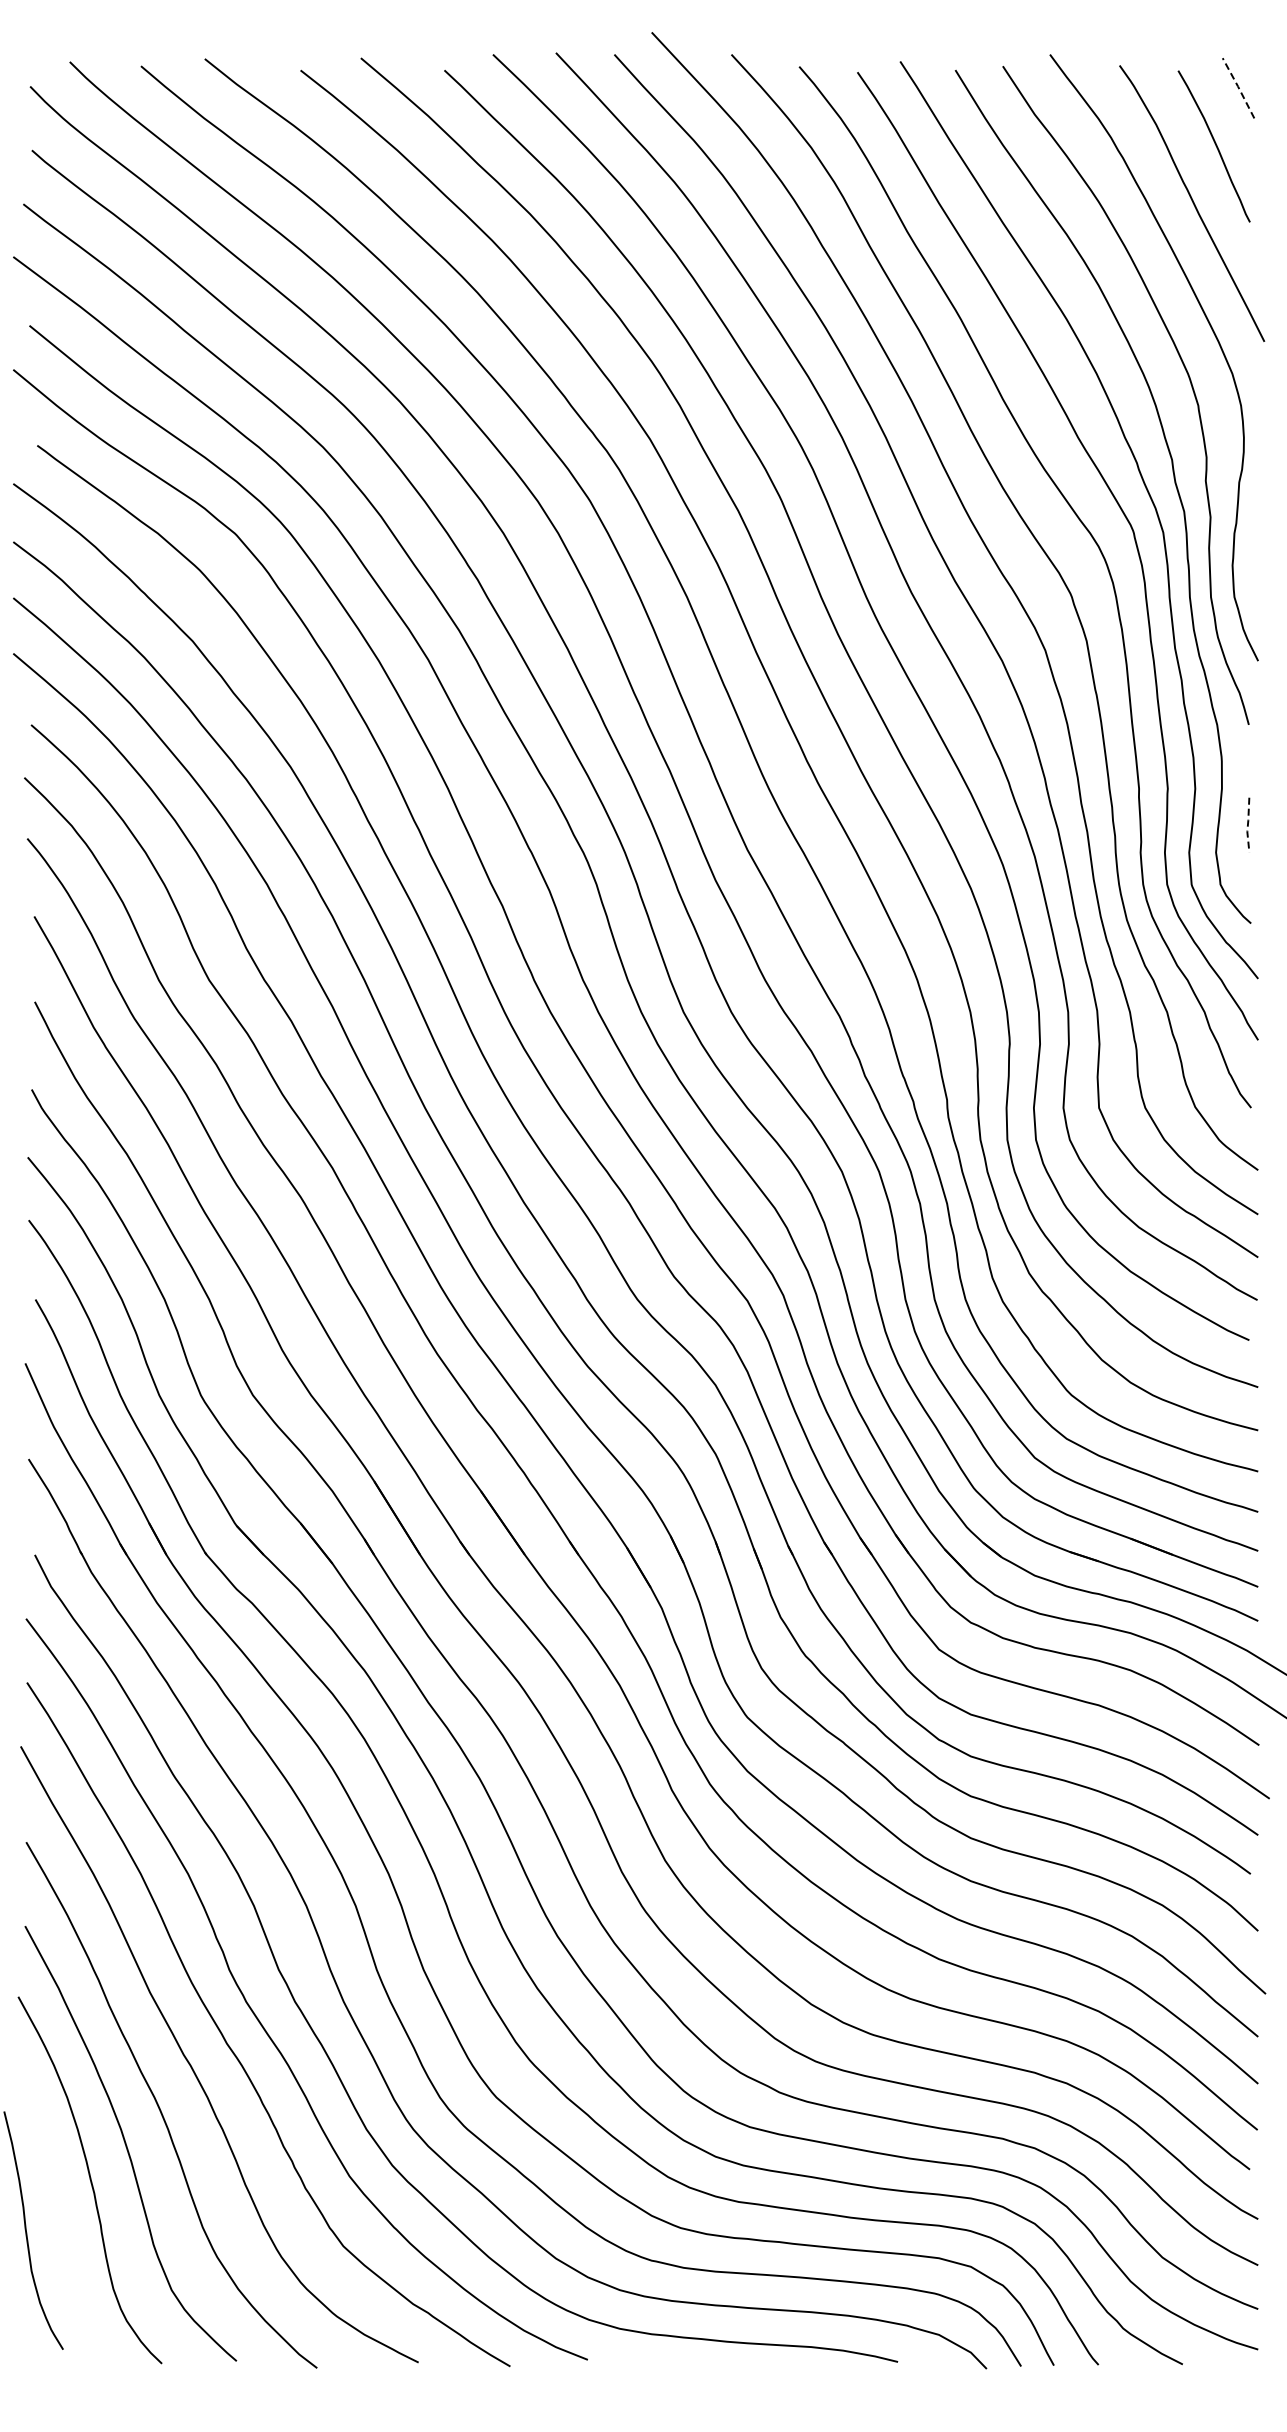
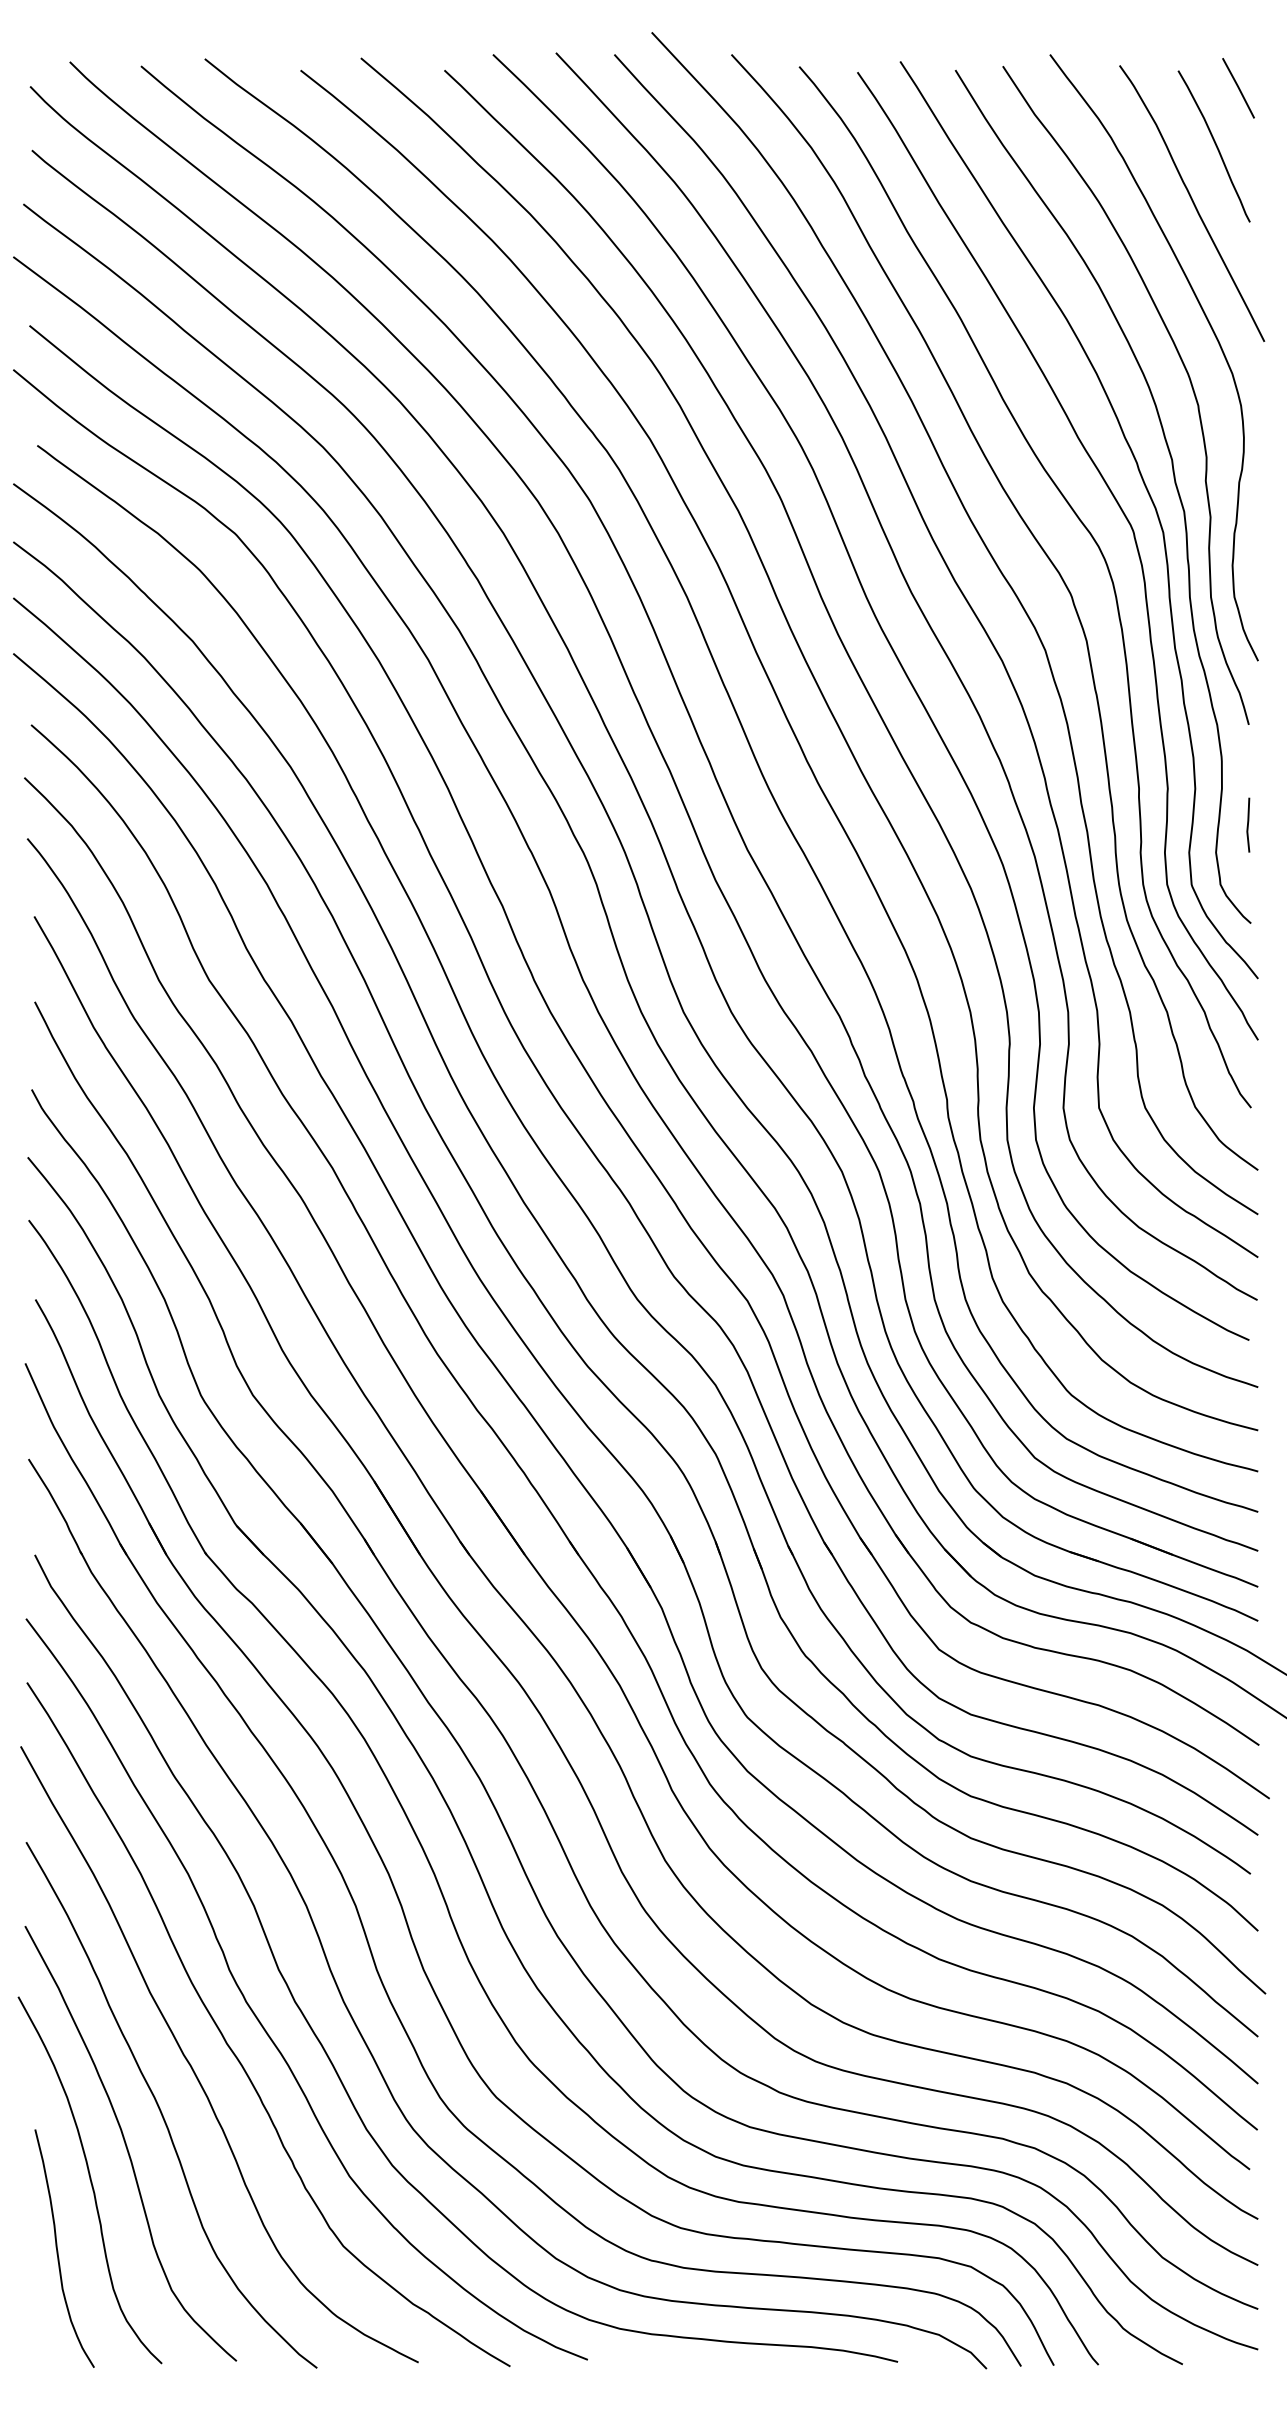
line at (1238, 87): dashed -> solid
line at (1247, 825): dashed -> solid
curve at (27, 2232) position: (27, 2232) -> (58, 2250)
